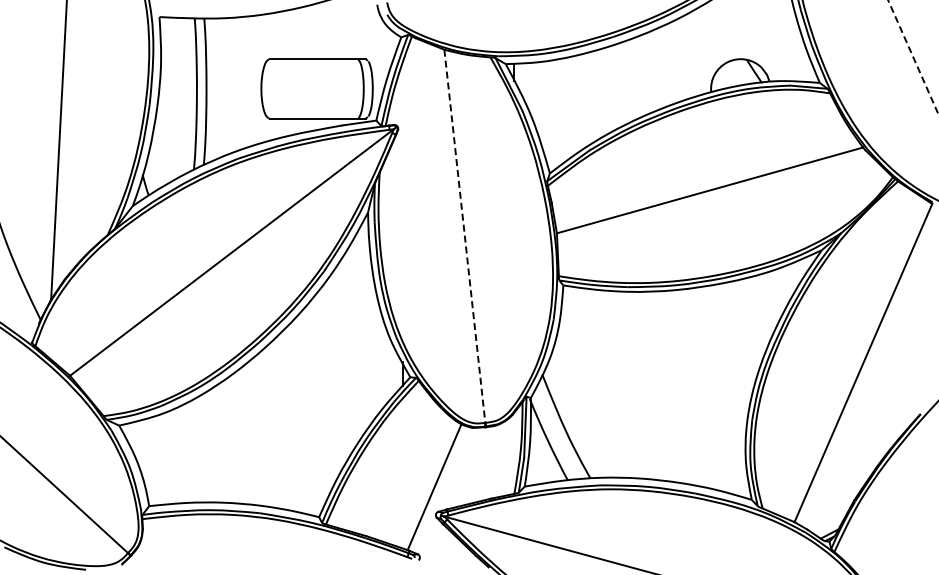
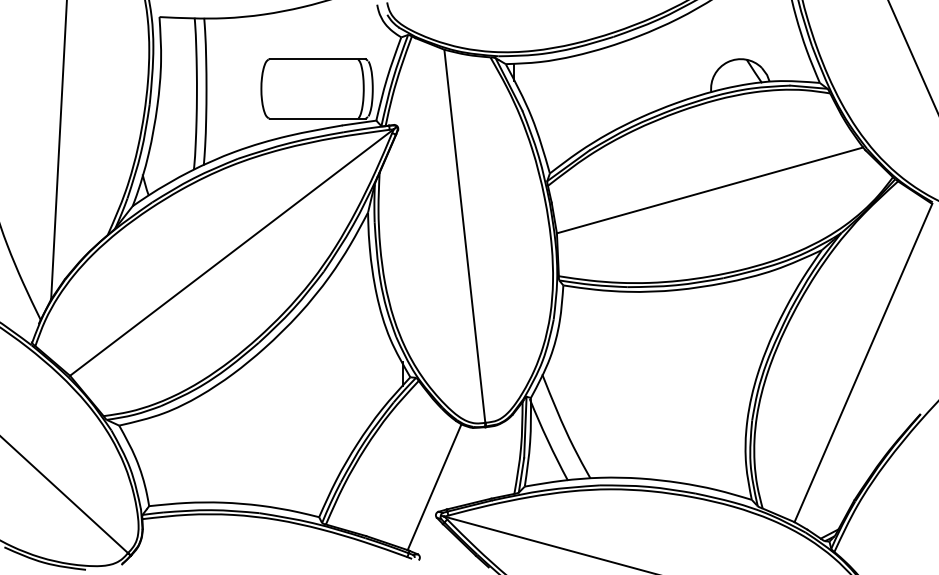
line at (913, 57): dashed -> solid
line at (464, 236): dashed -> solid
